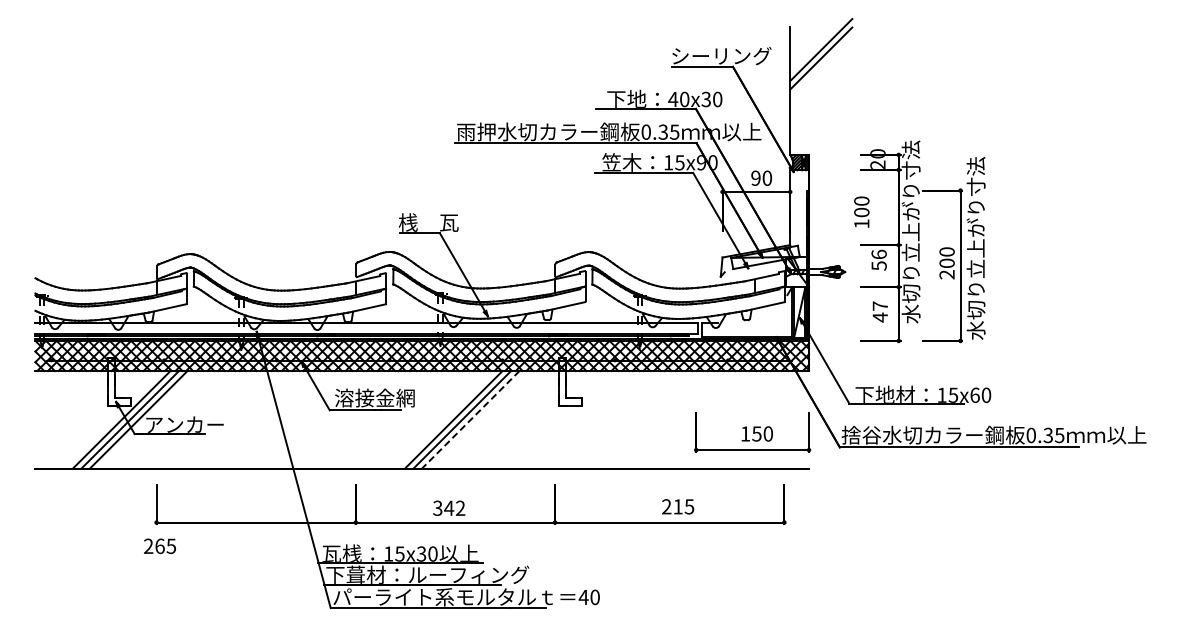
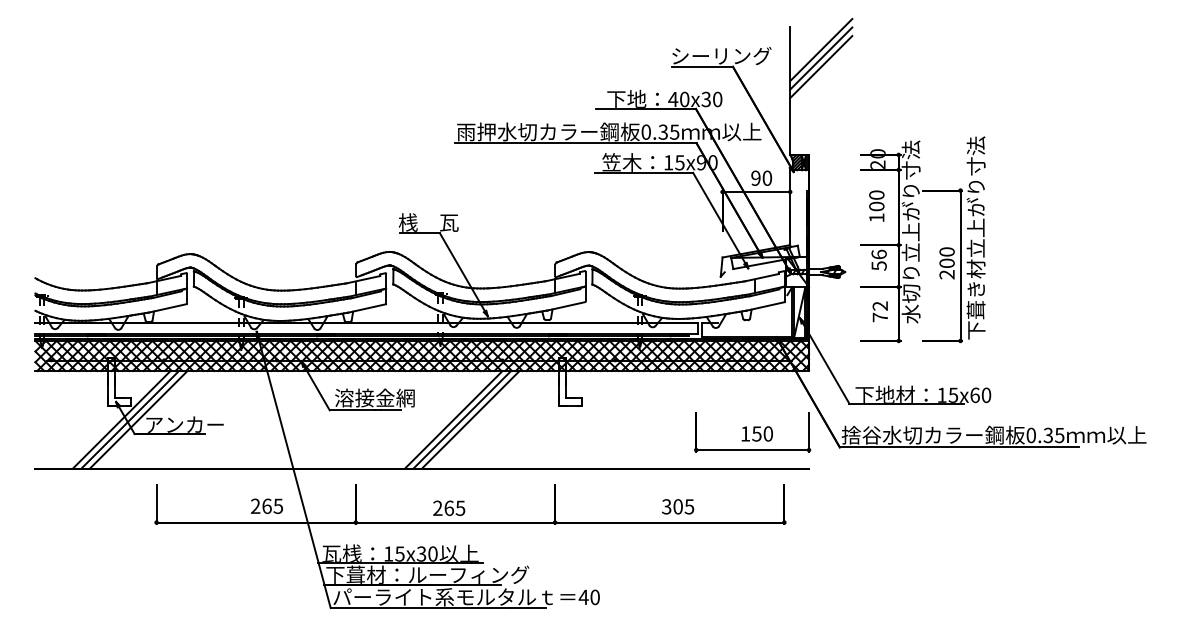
line at (821, 67): none -> present
text at (861, 211) position: (861, 211) -> (876, 205)
text at (975, 237): 水切り立上がり寸法 -> 下葺き材立上がり寸法
text at (879, 311): 47 -> 72
line at (470, 420): dashed -> solid
text at (672, 506): 215 -> 305
text at (449, 508): 342 -> 265
text at (159, 545) position: (159, 545) -> (266, 505)
